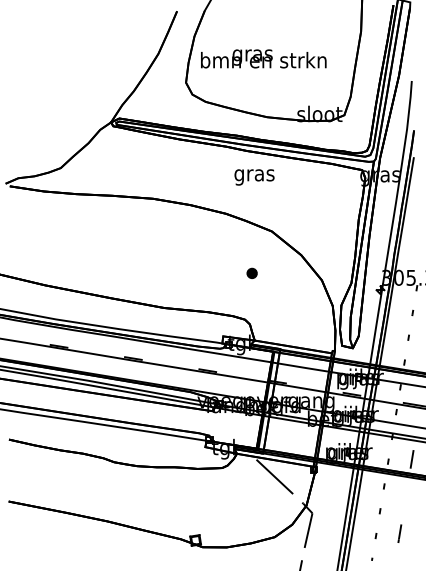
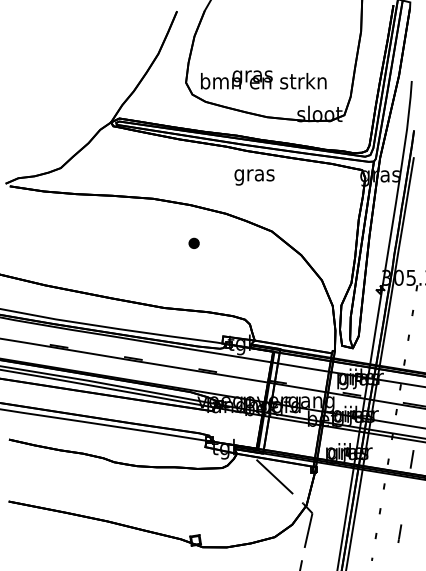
text at (263, 58) position: (263, 58) -> (263, 79)
part at (251, 272) position: (251, 272) -> (193, 242)
